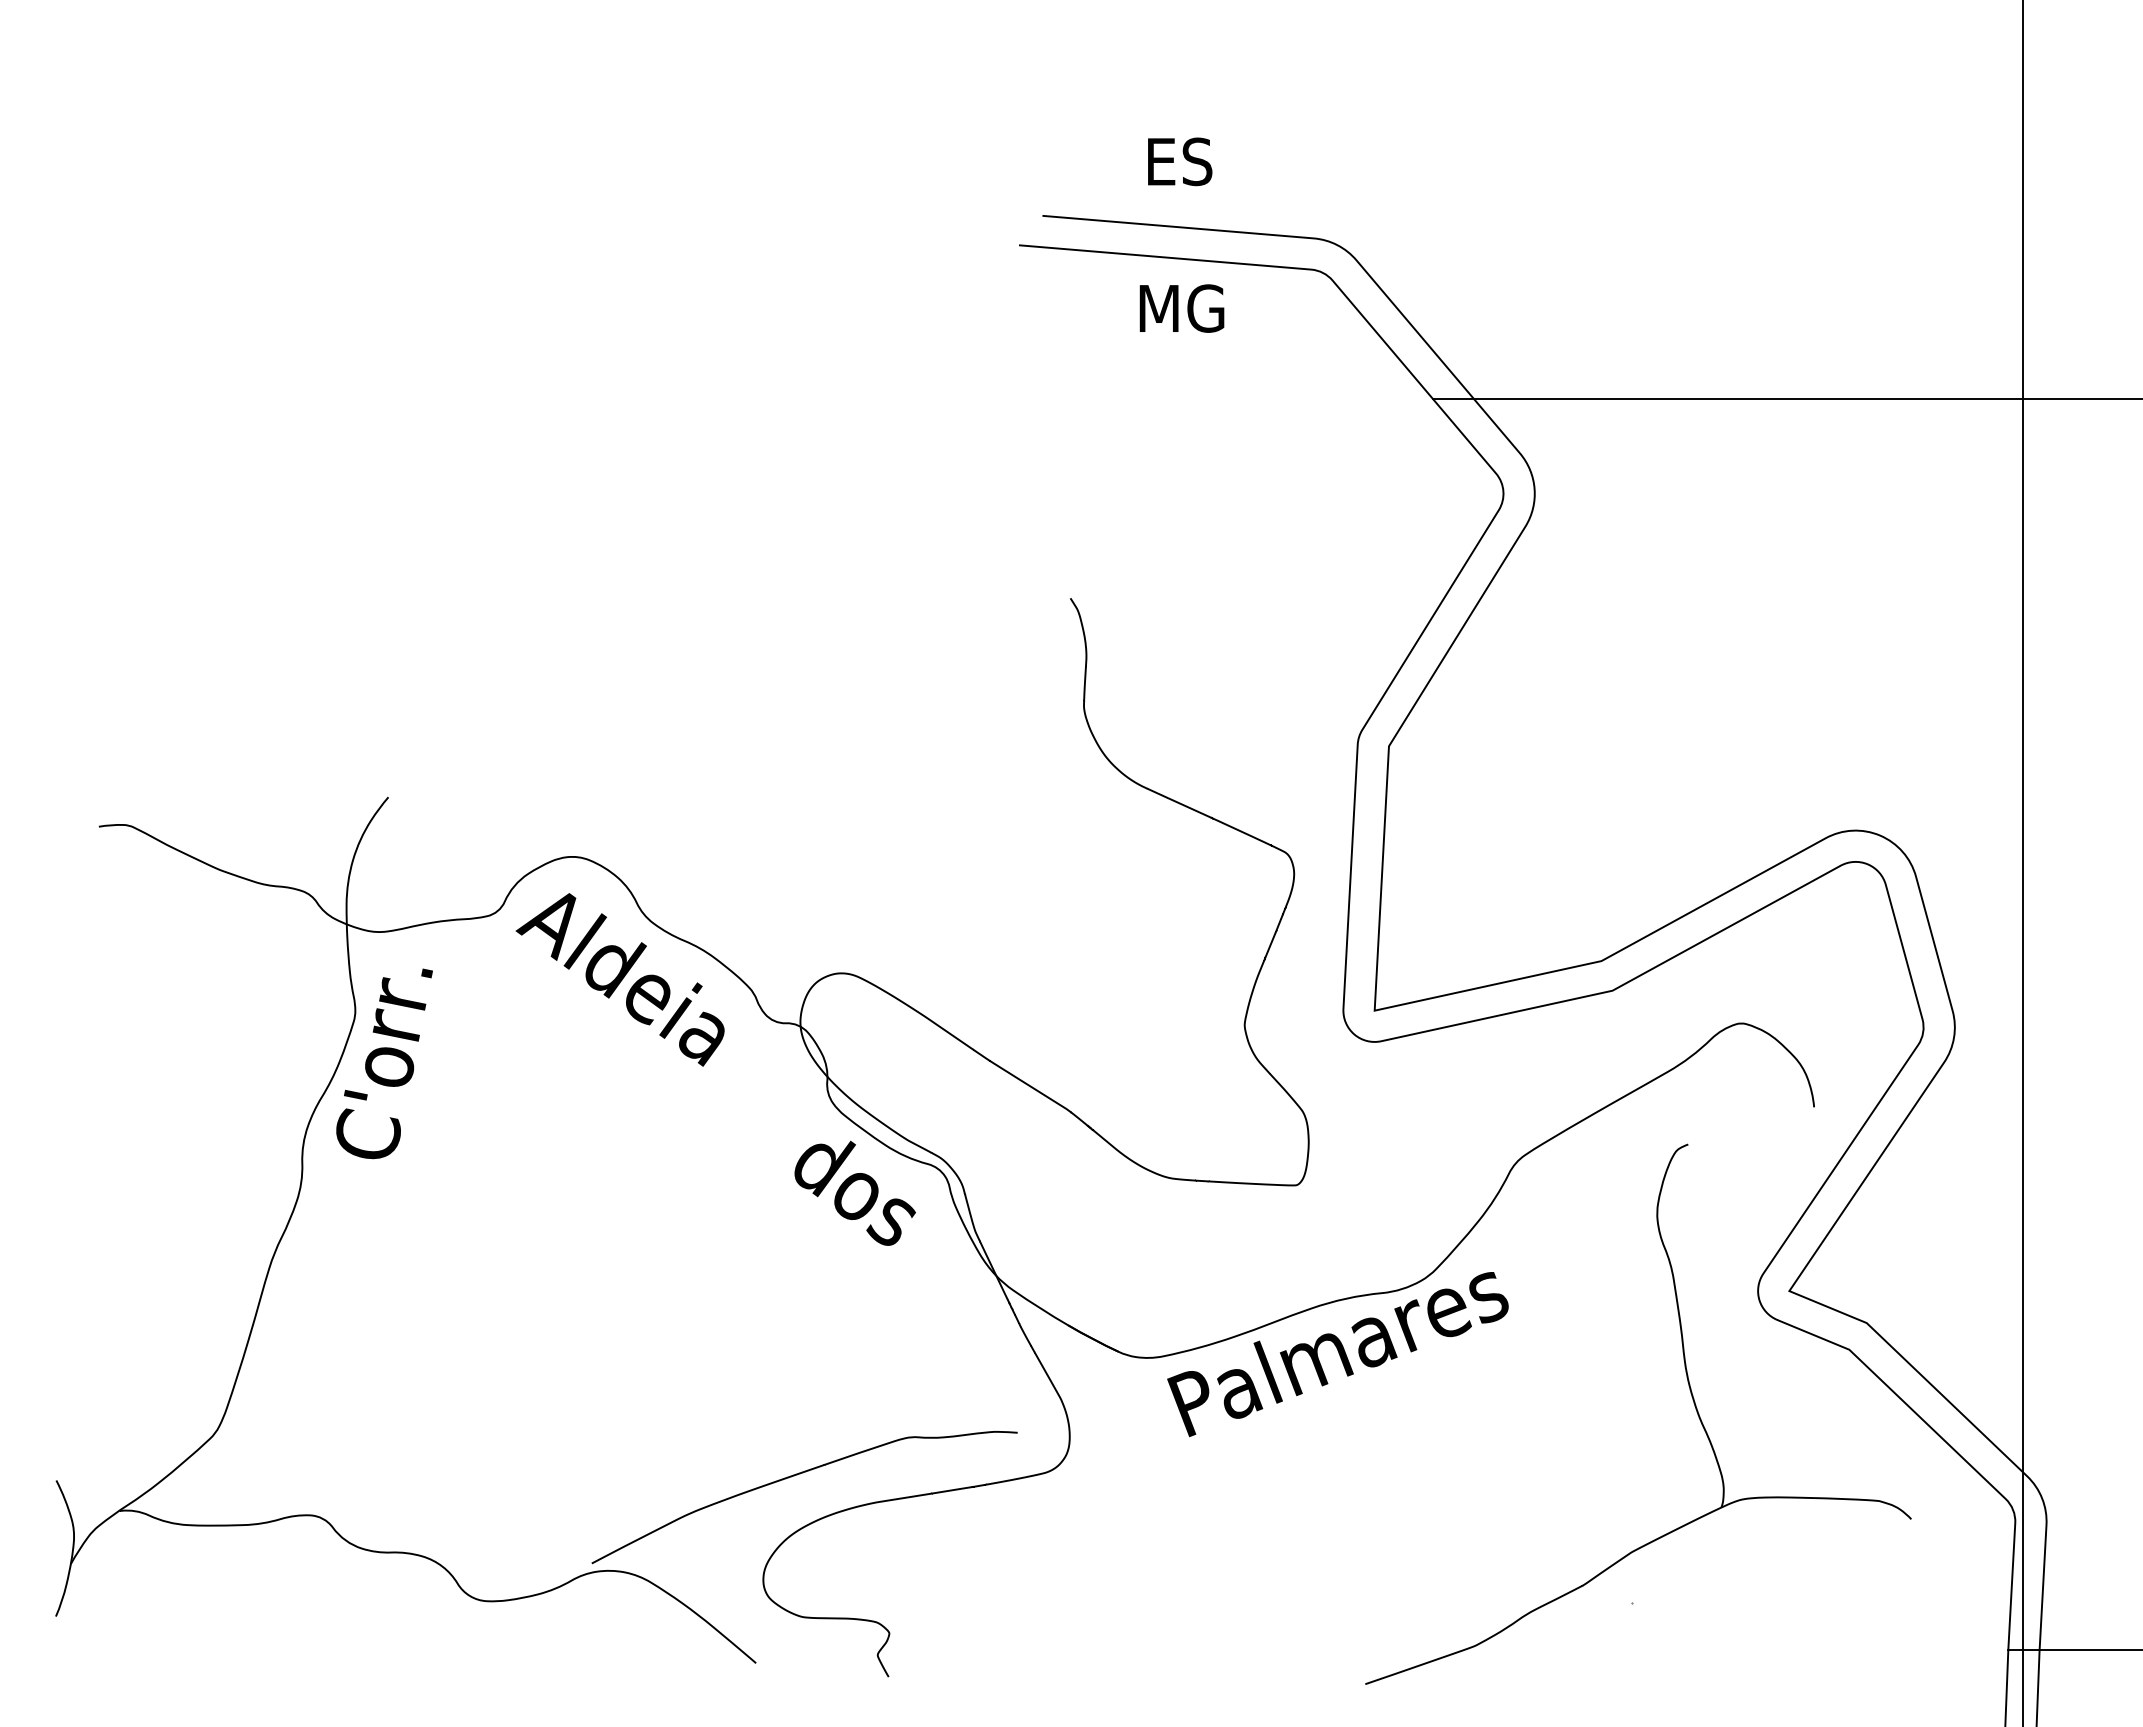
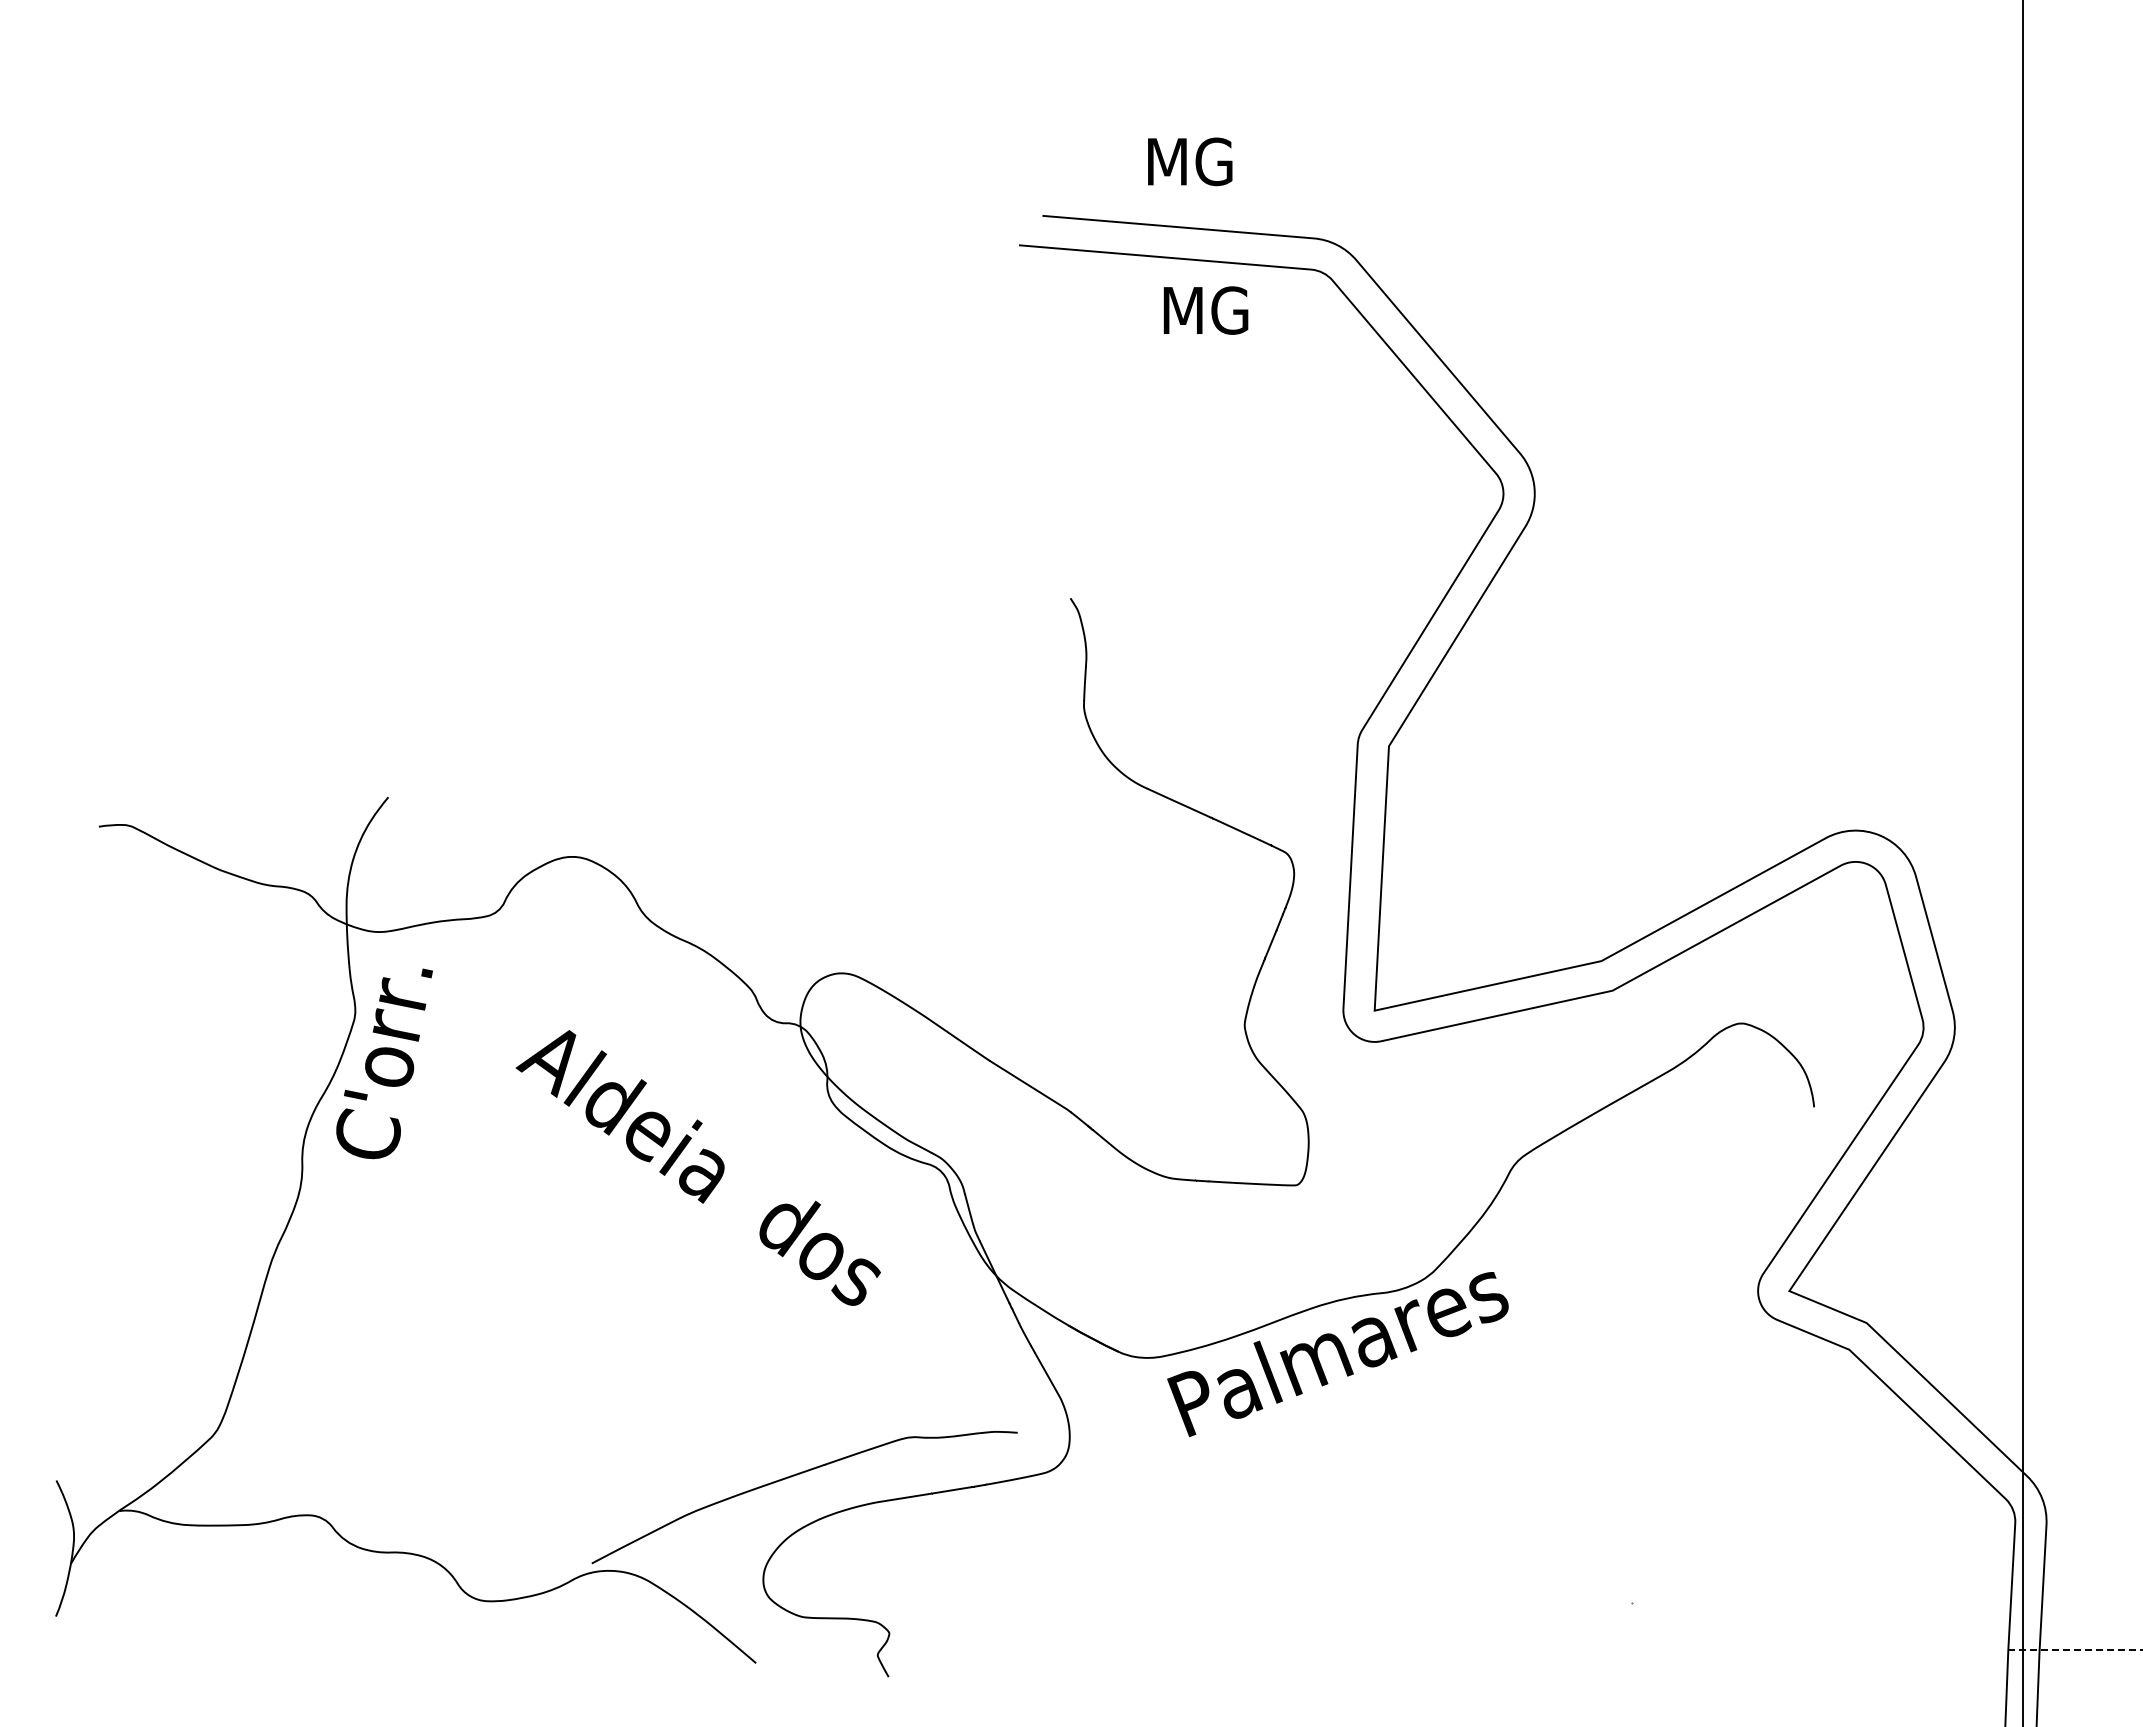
text at (1192, 161): ES -> MG
text at (1181, 308) position: (1181, 308) -> (1205, 310)
line at (1785, 398): present -> none
text at (619, 979) position: (619, 979) -> (619, 1116)
text at (854, 1192) position: (854, 1192) -> (819, 1252)
part at (1692, 1400): present -> none
line at (2075, 1649): solid -> dashed
